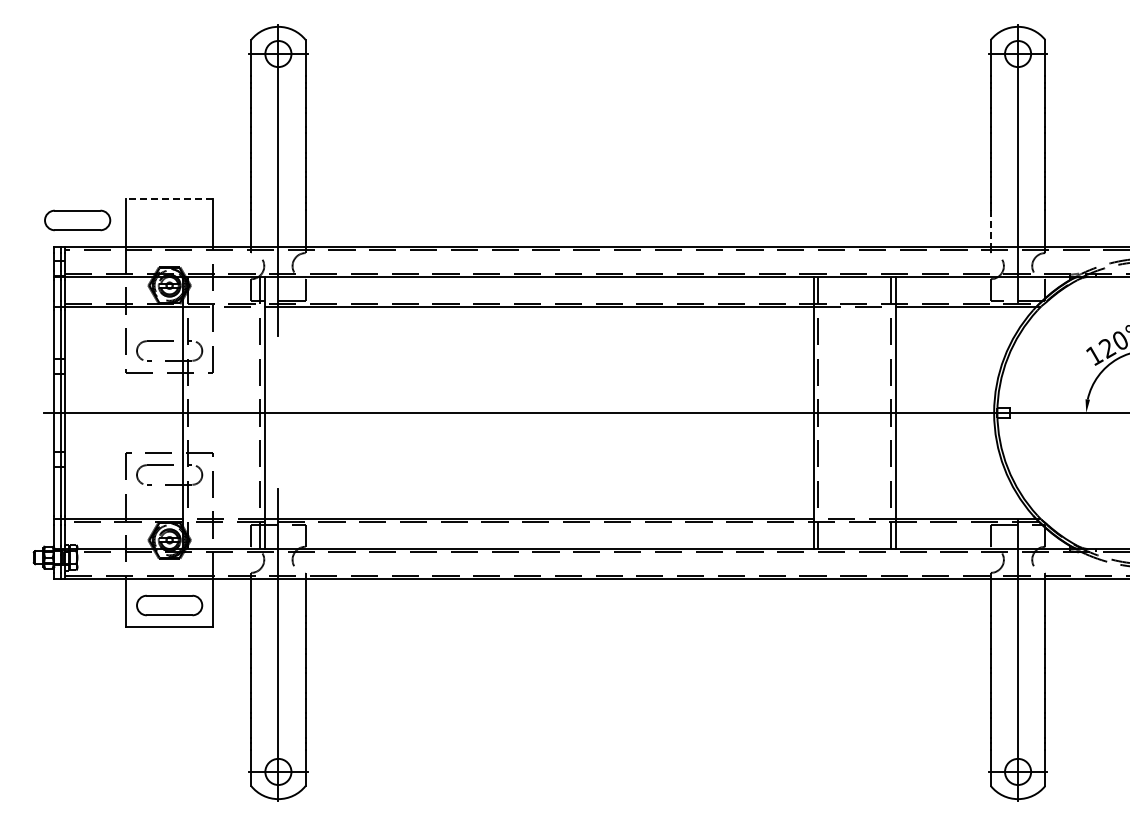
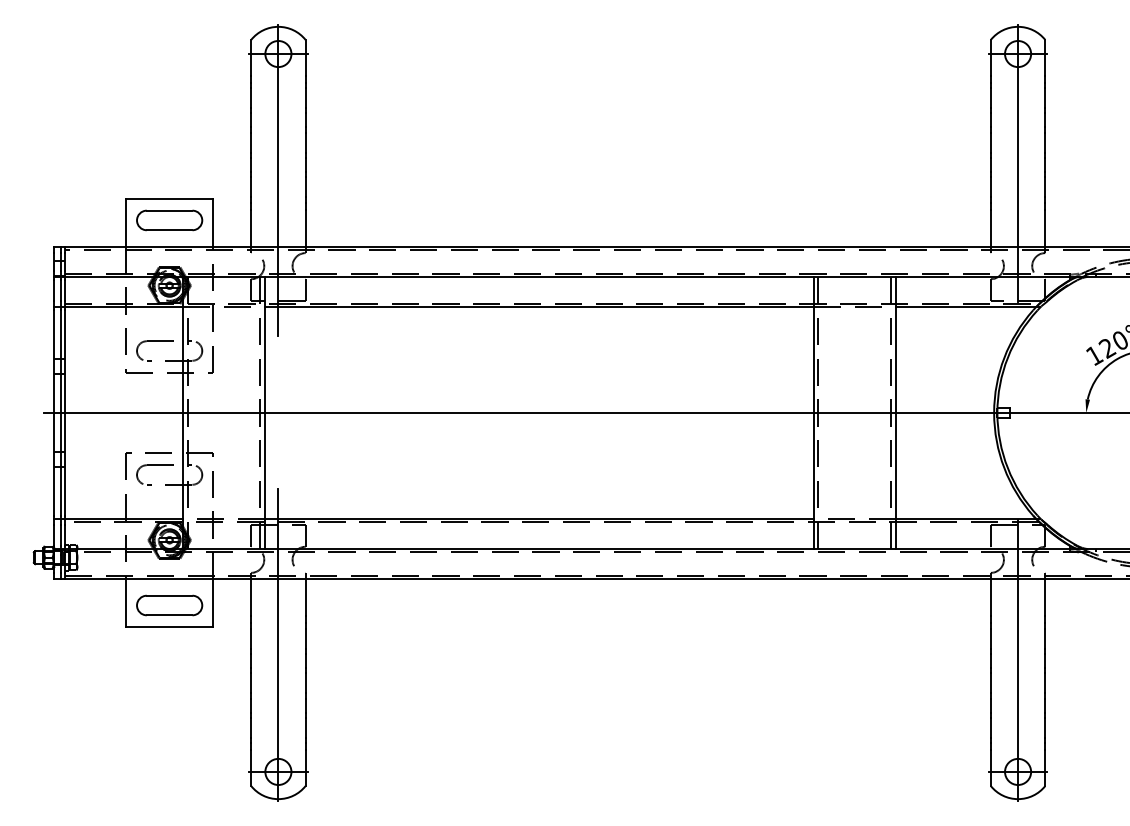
line at (169, 198): dashed -> solid
part at (77, 220) position: (77, 220) -> (169, 220)
line at (990, 228): dashed -> solid
